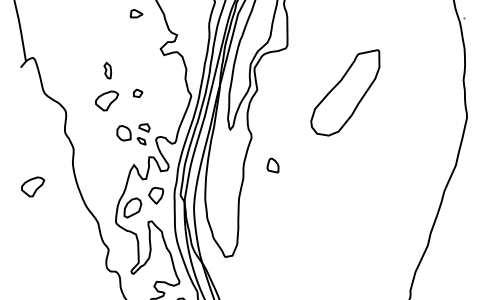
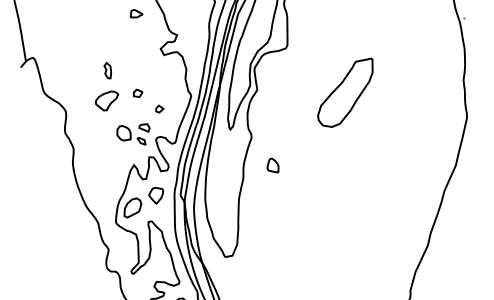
part at (345, 92) size: 71x88 px -> 57x71 px
part at (159, 108): none -> present
part at (33, 186): present -> none
